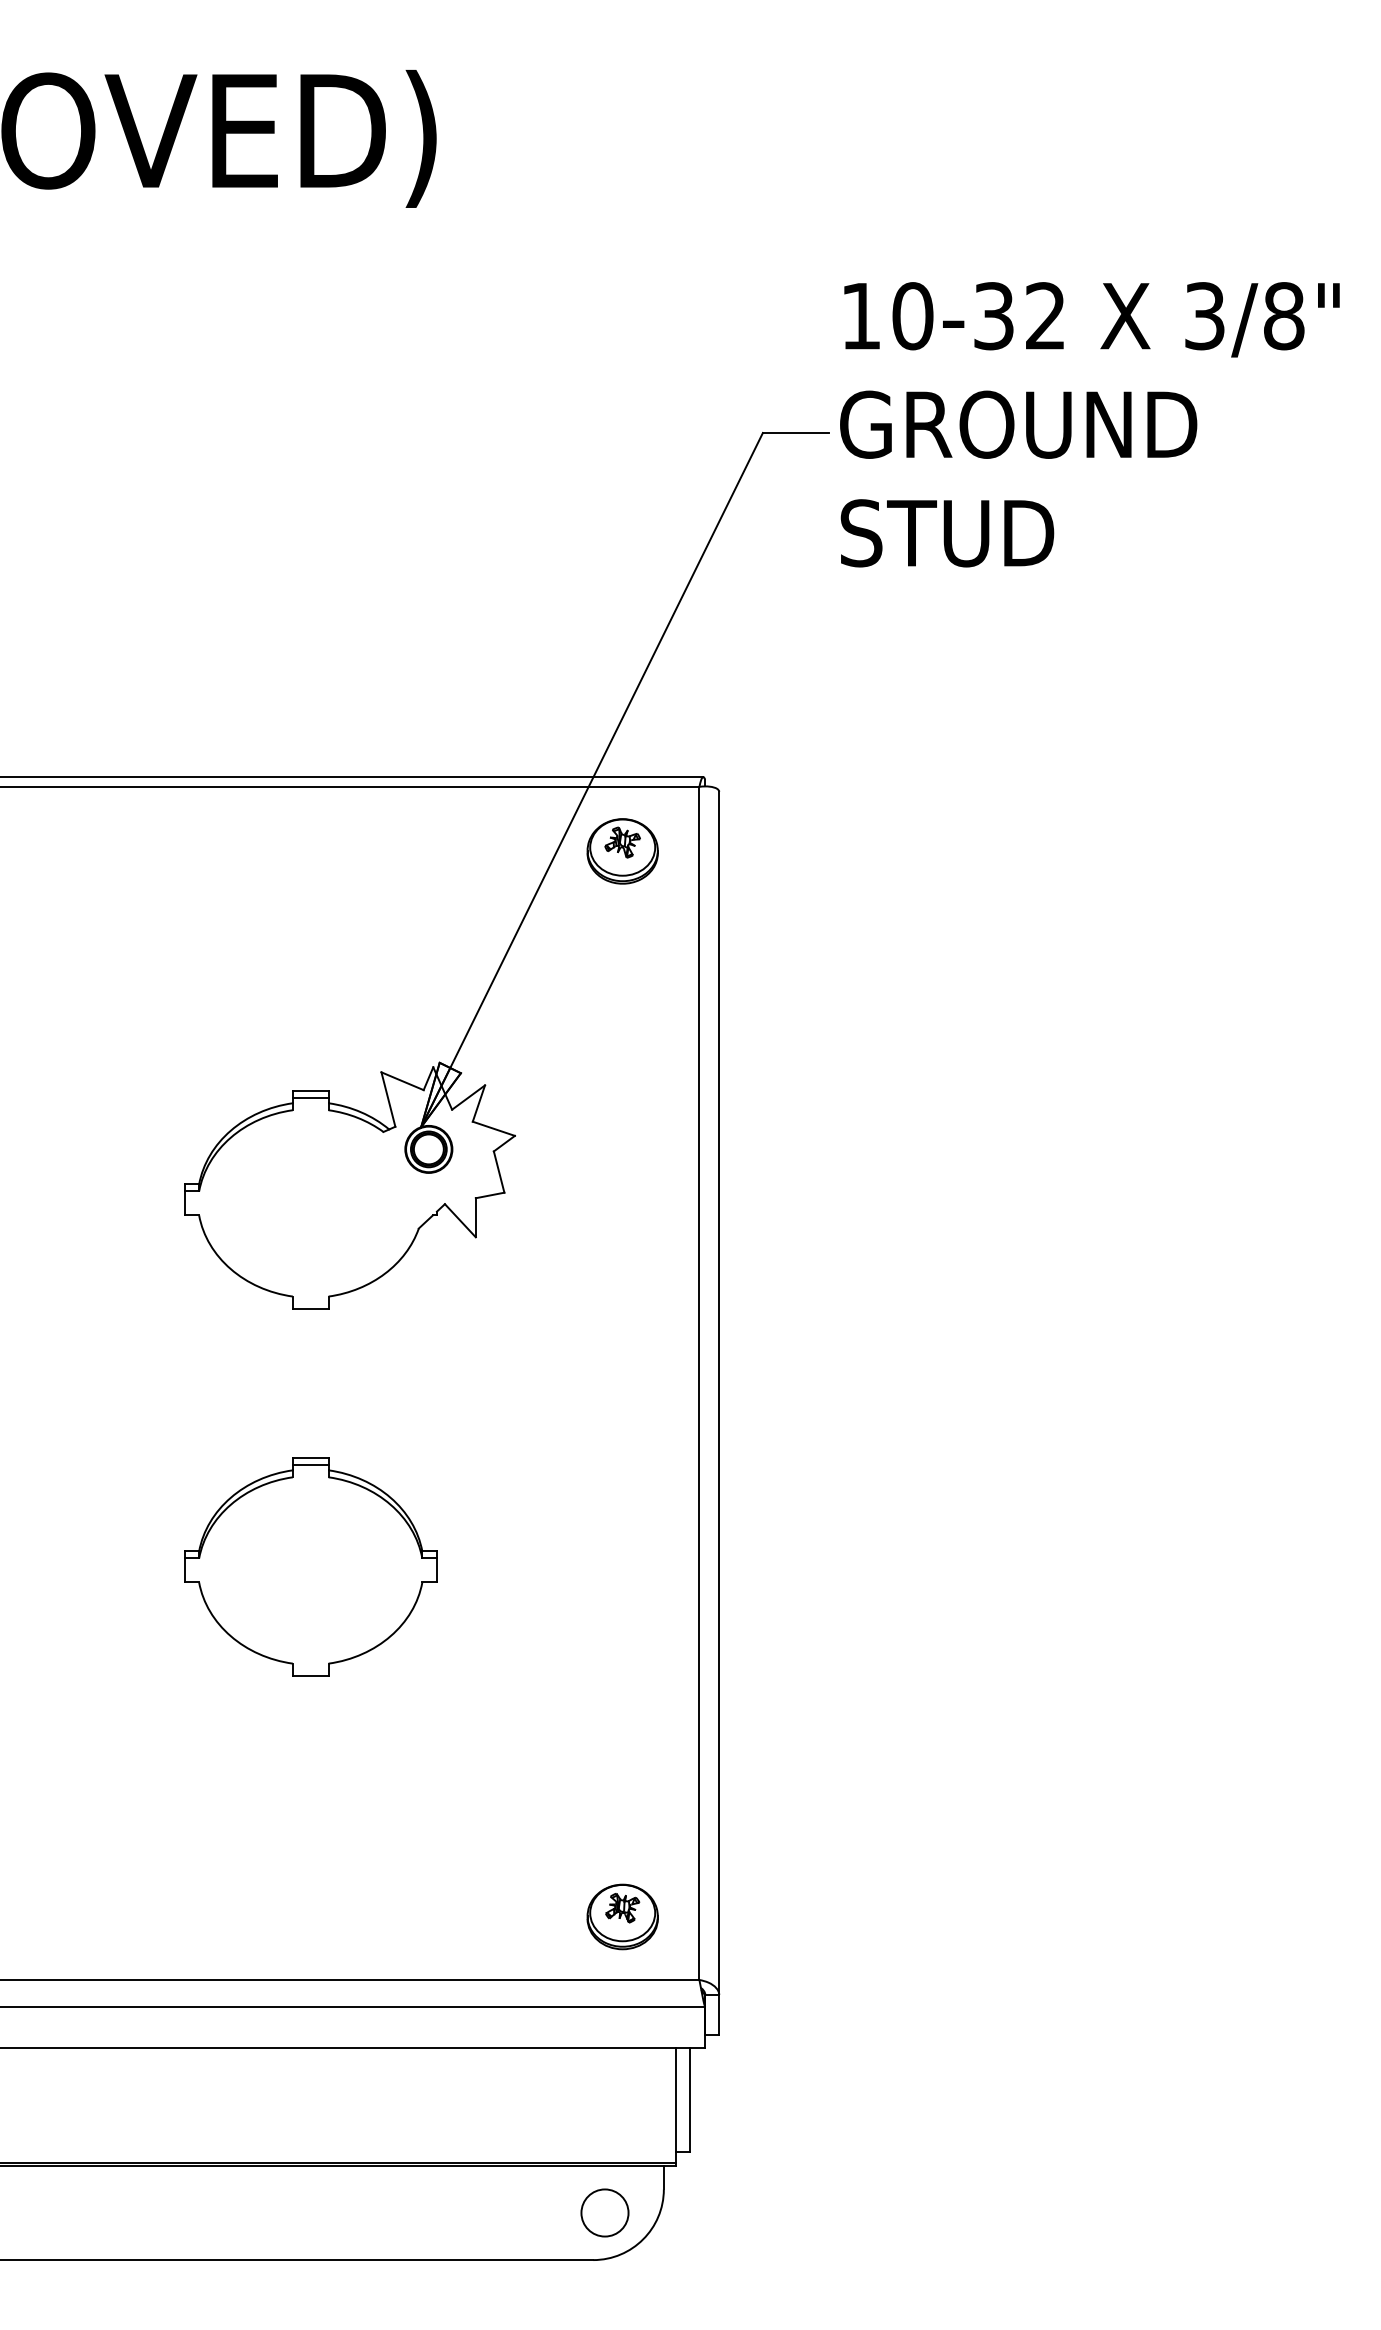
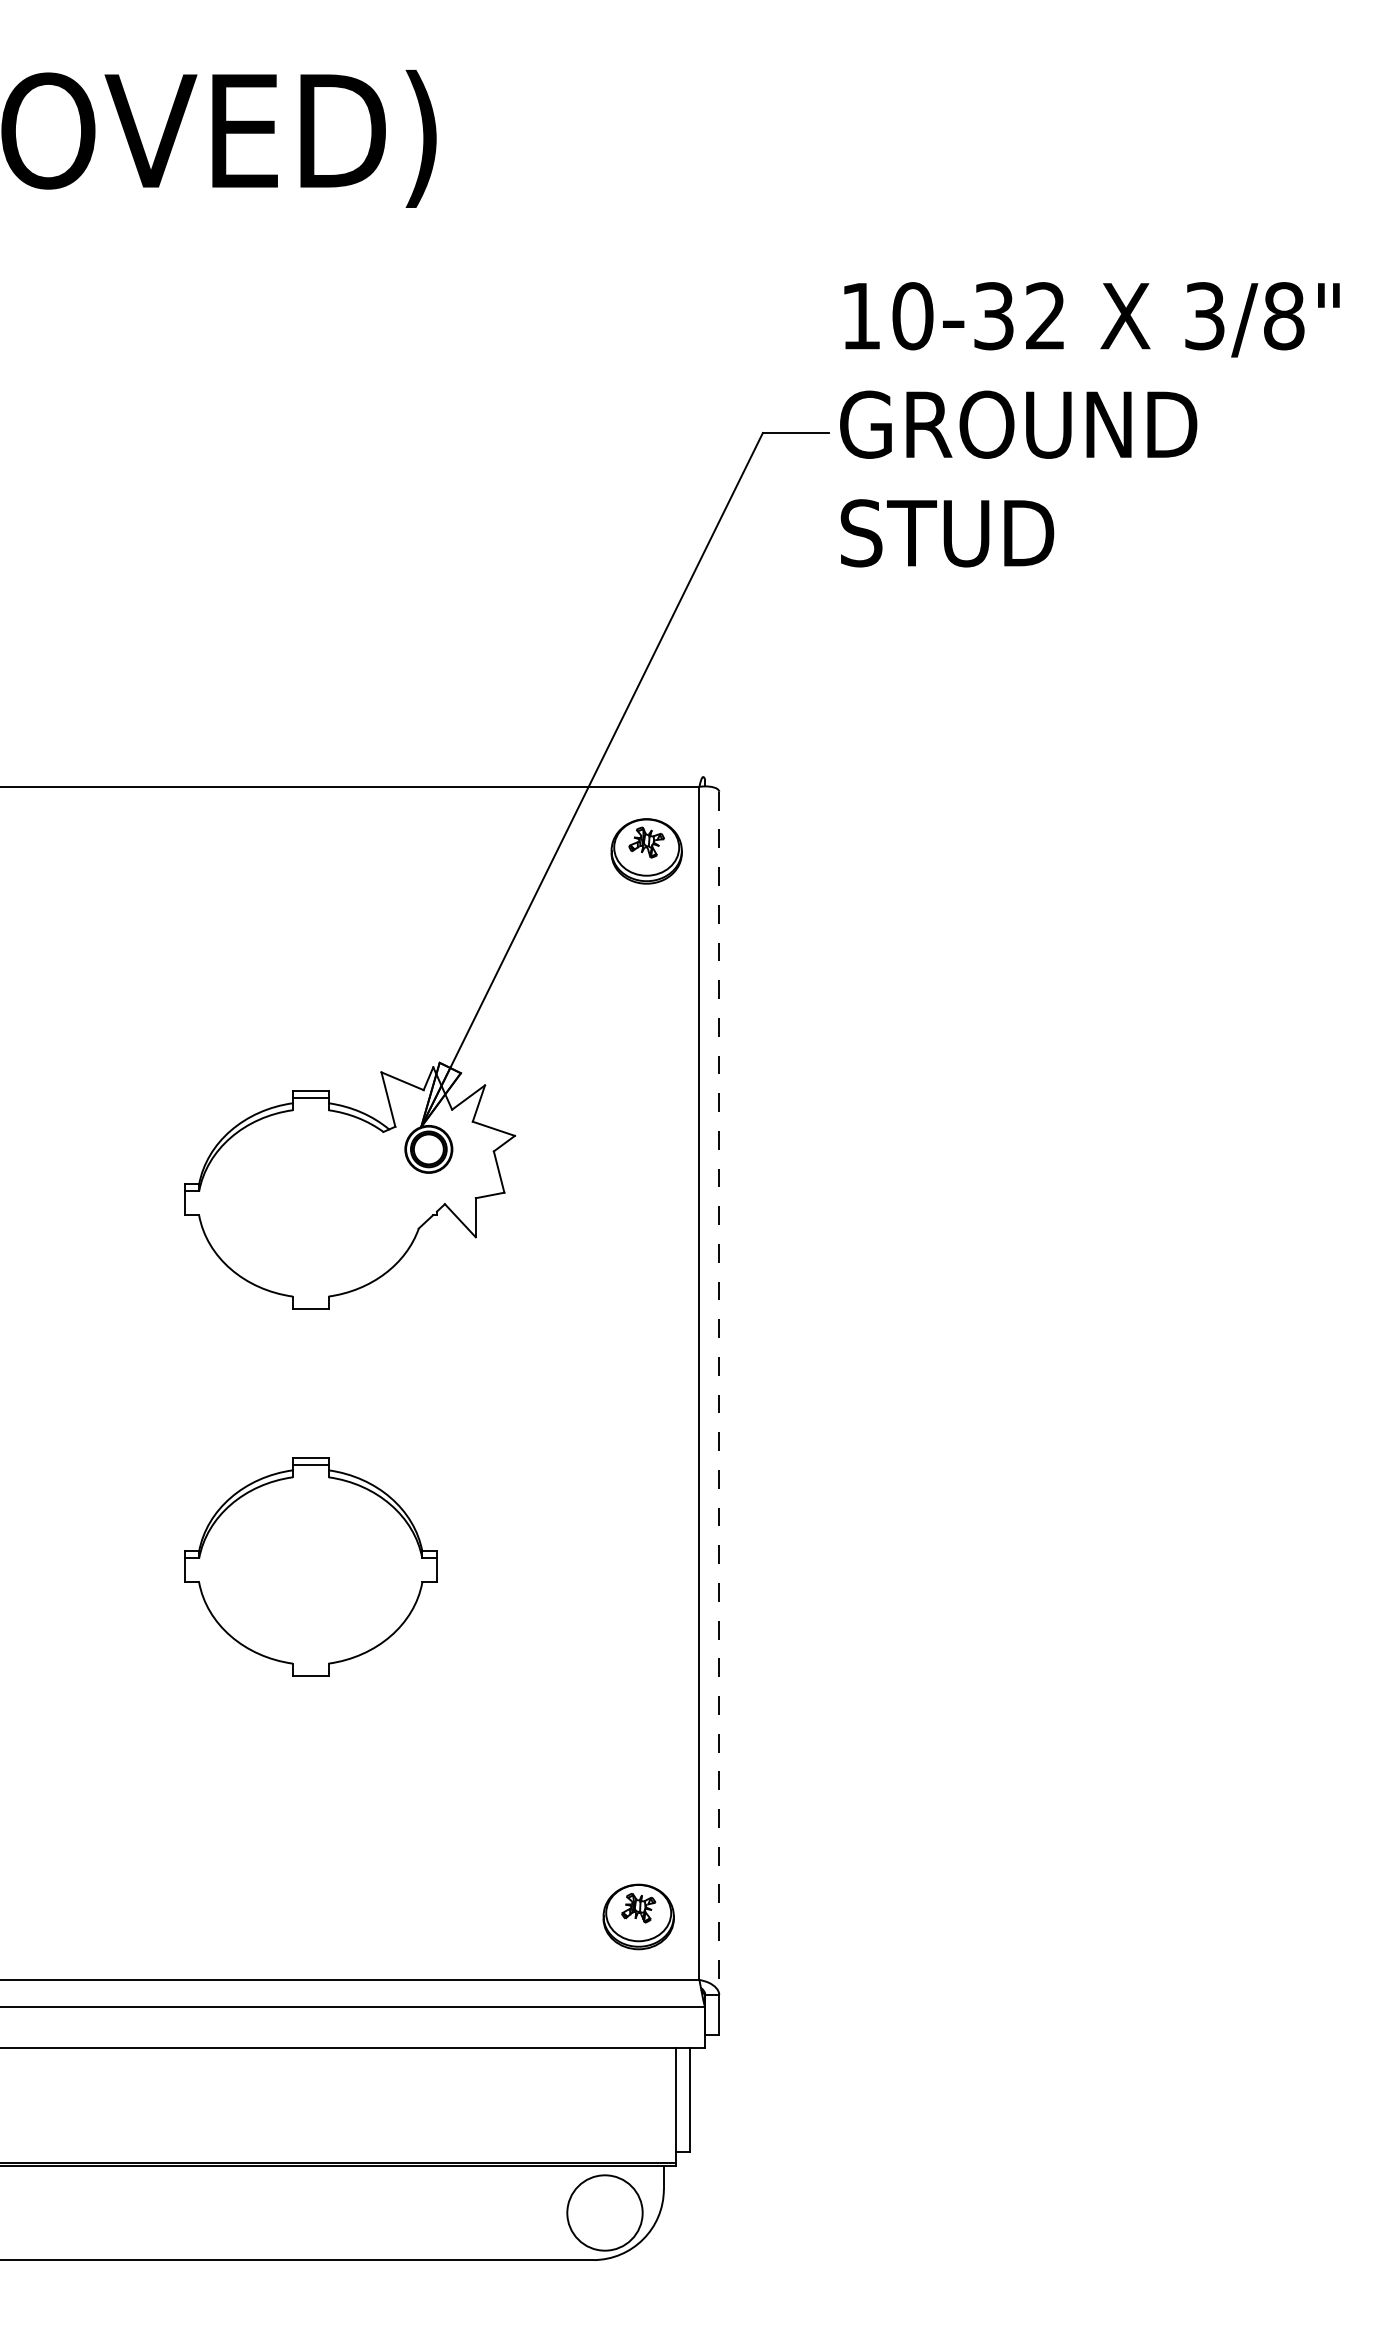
line at (352, 776): present -> none
part at (622, 851) position: (622, 851) -> (646, 851)
line at (719, 1393): solid -> dashed
part at (622, 1916) position: (622, 1916) -> (638, 1916)
circle at (604, 2212) diameter: 47 px -> 75 px
